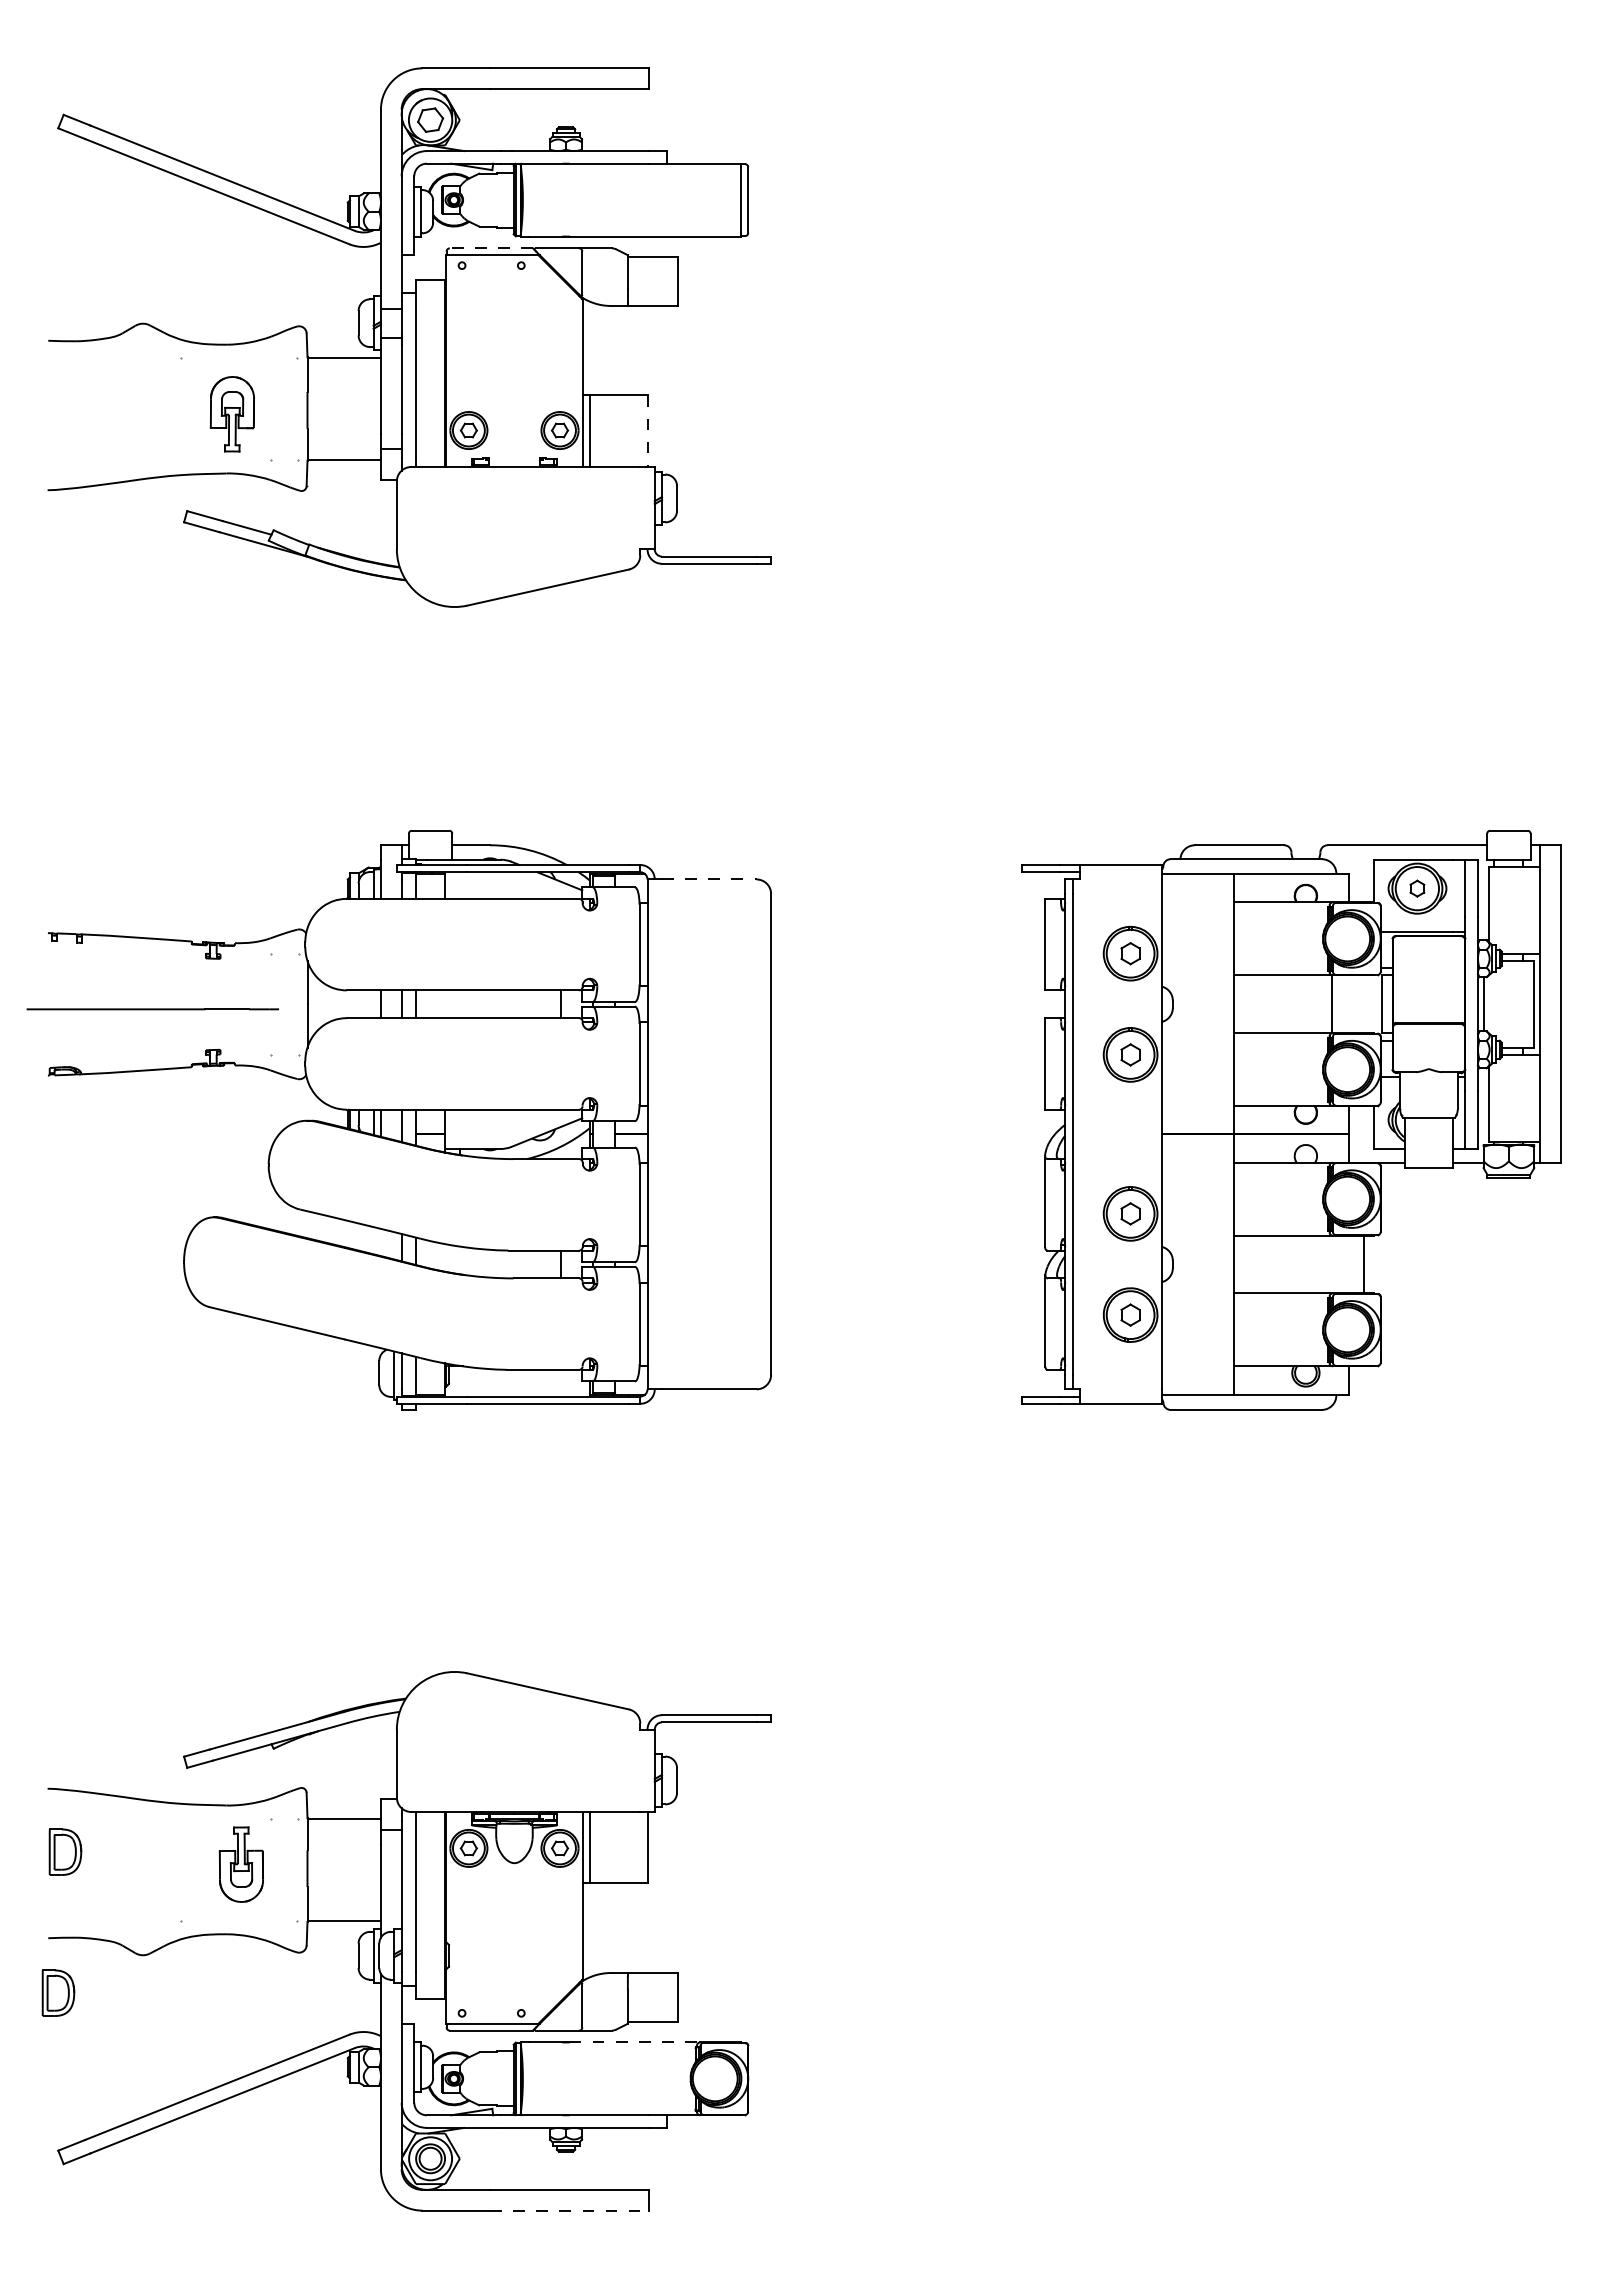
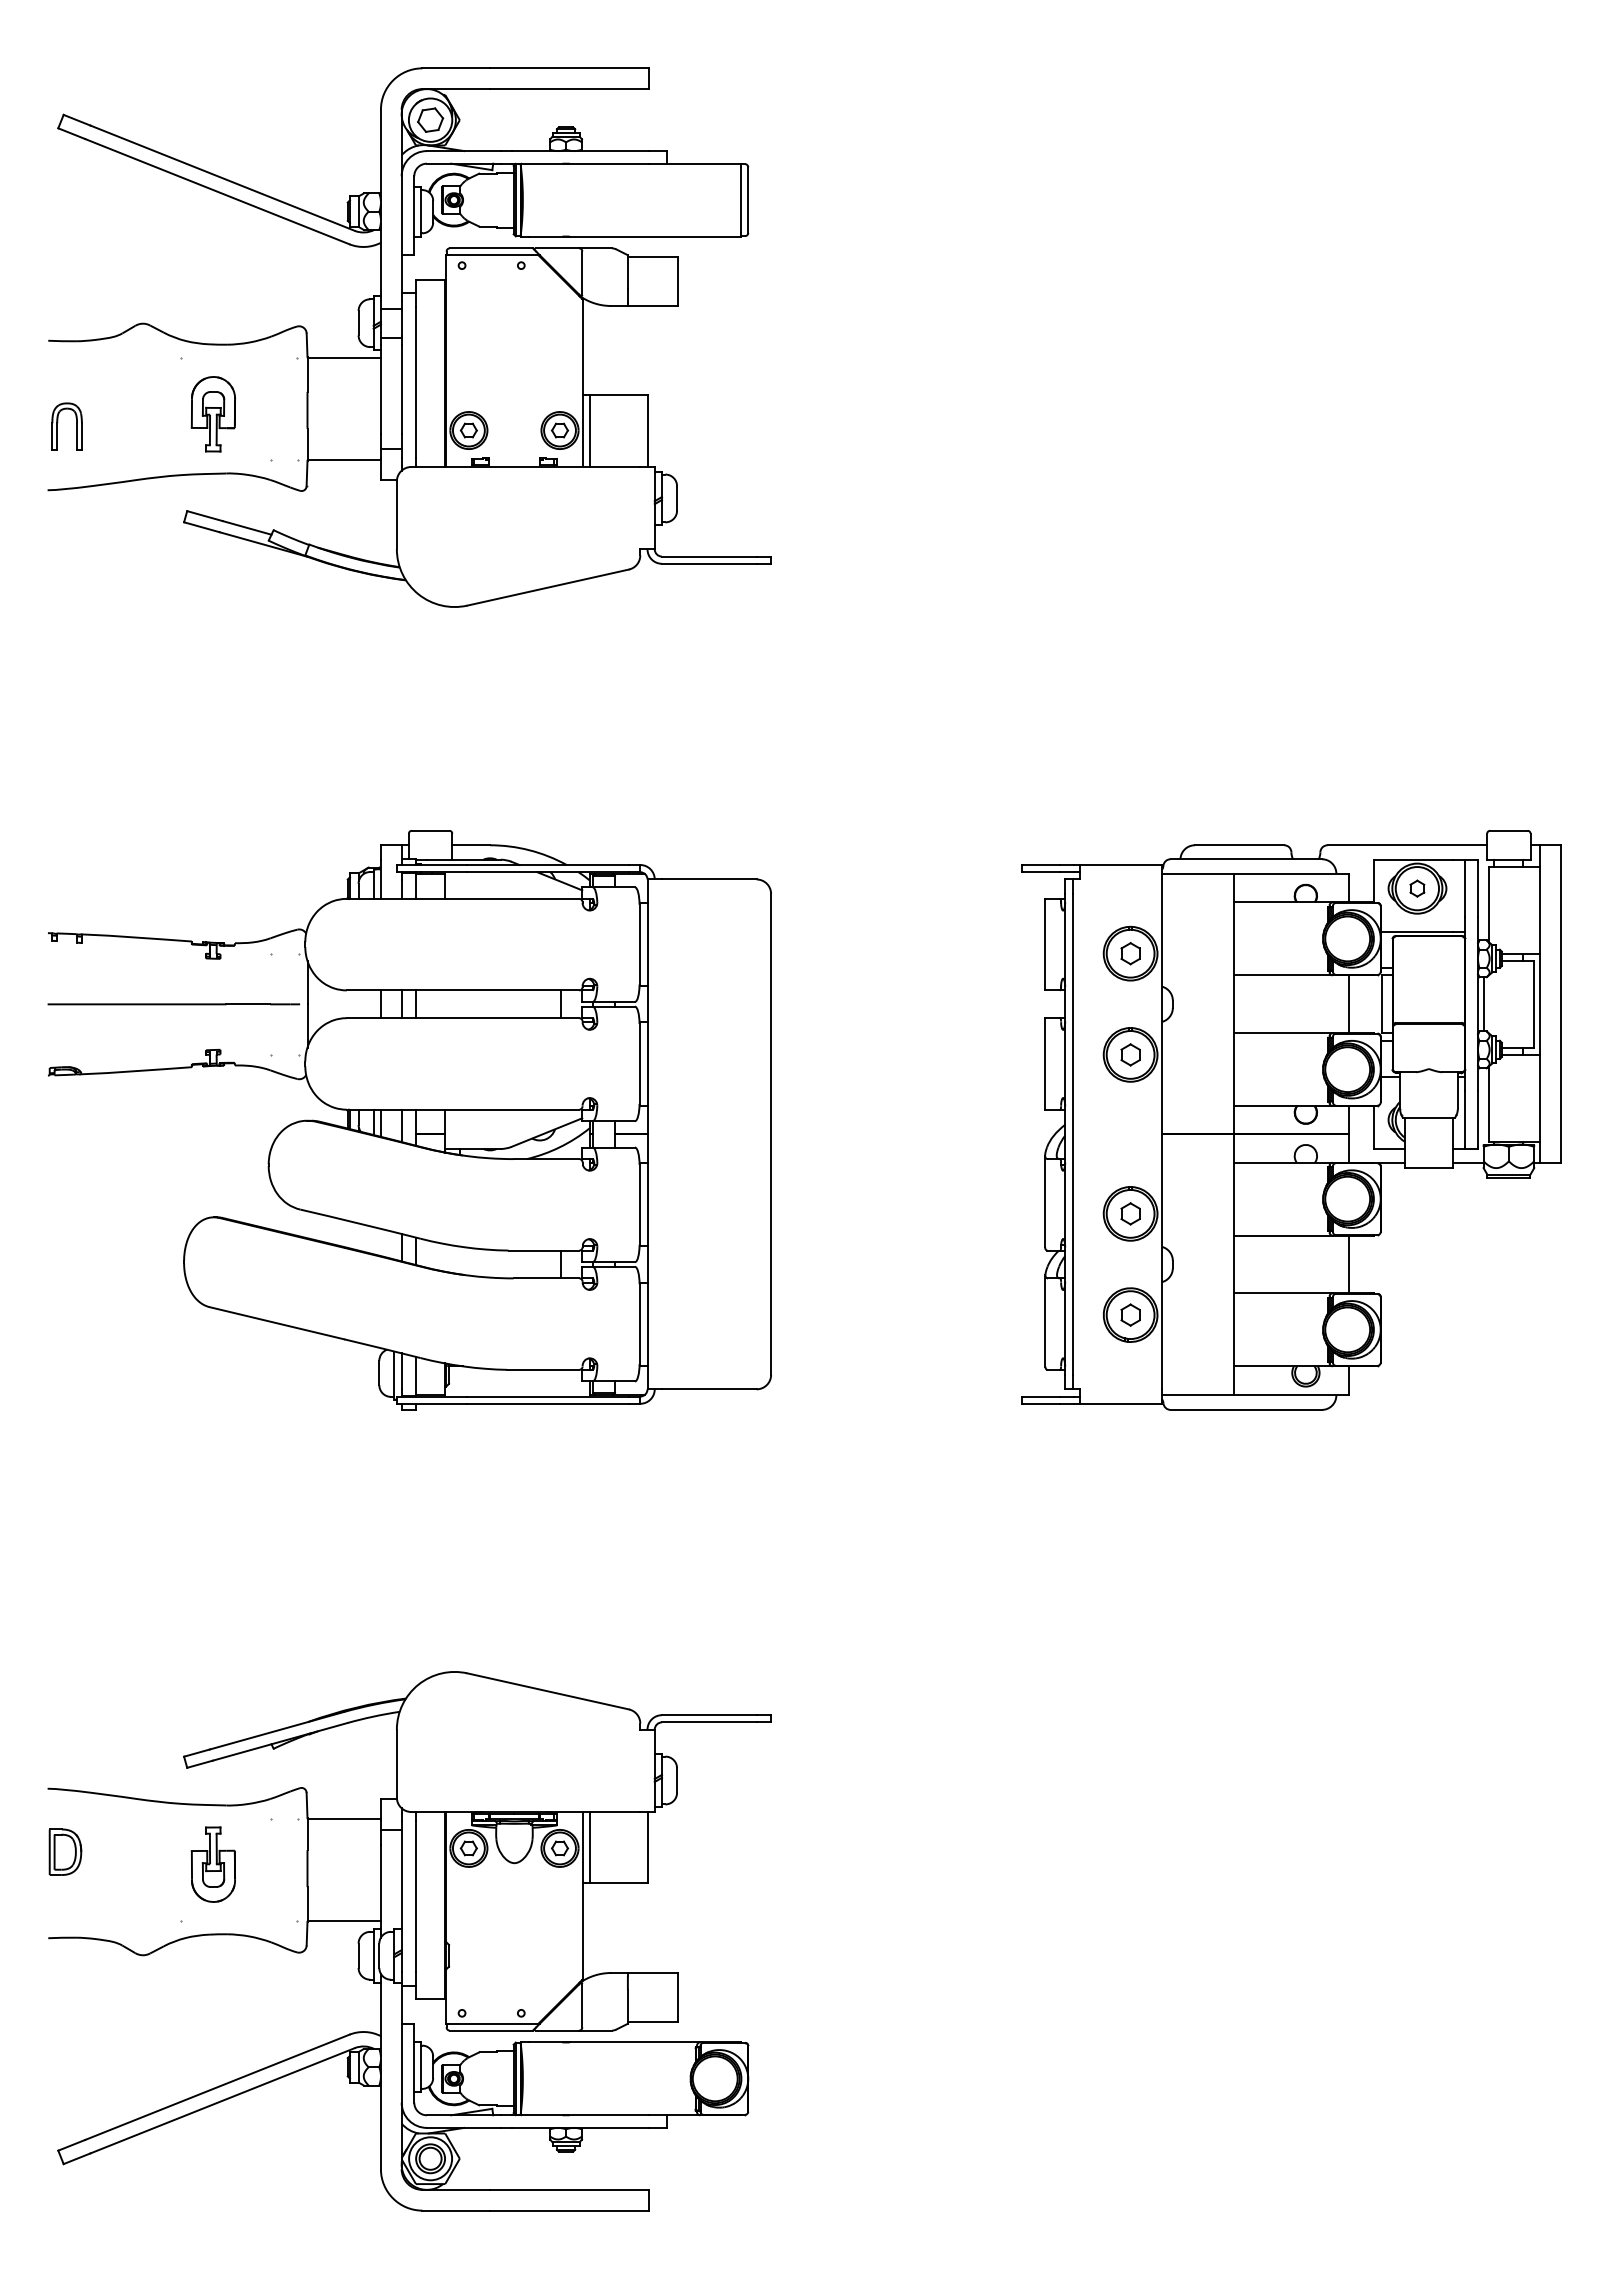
line at (491, 248): dashed -> solid
part at (231, 414) position: (231, 414) -> (212, 414)
part at (58, 422): none -> present
line at (647, 431): dashed -> solid
line at (709, 879): dashed -> solid
line at (1332, 1004) position: (1332, 1004) -> (1349, 1004)
line at (152, 1009) position: (152, 1009) -> (173, 1004)
line at (1364, 1264) position: (1364, 1264) -> (1349, 1264)
part at (240, 1864) position: (240, 1864) -> (212, 1864)
part at (58, 1992): present -> none
line at (635, 2042): dashed -> solid
line at (569, 2210): dashed -> solid
